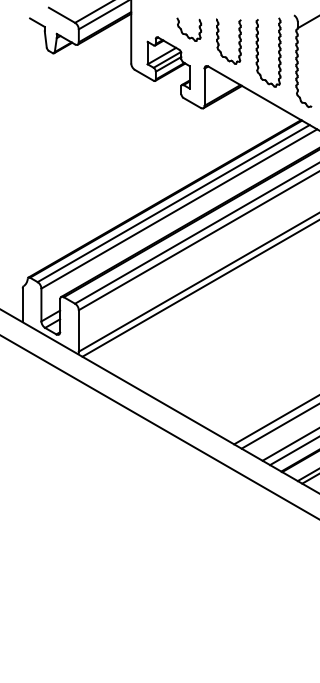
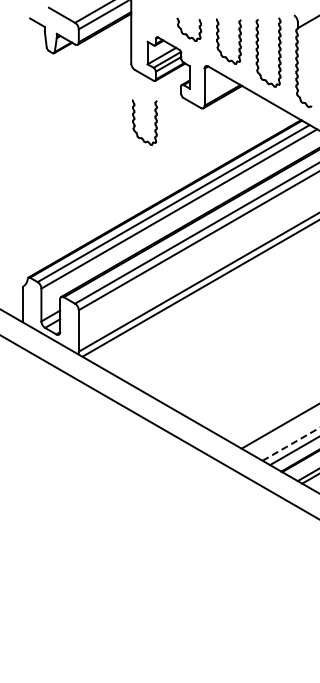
part at (135, 124): none -> present
line at (275, 420): present -> none
line at (291, 444): solid -> dashed
